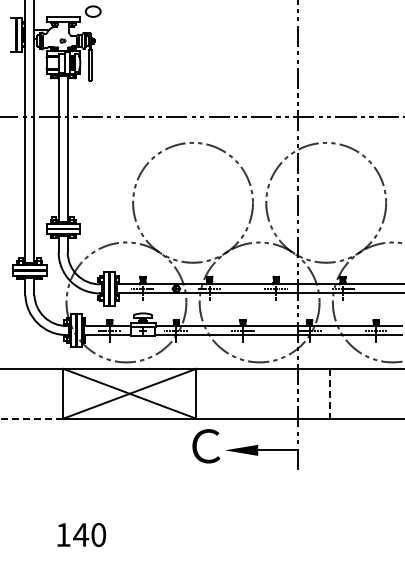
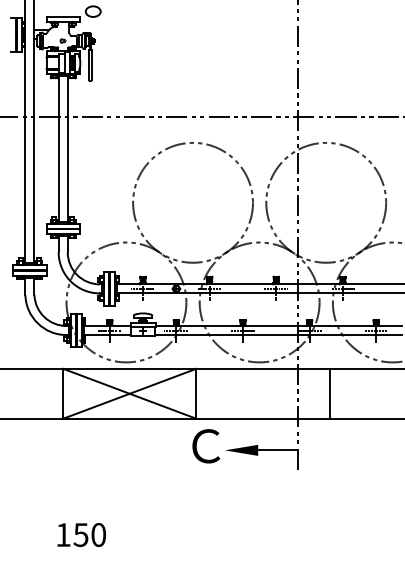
line at (329, 393): dashed -> solid
line at (31, 418): dashed -> solid
text at (80, 534): 140 -> 150
